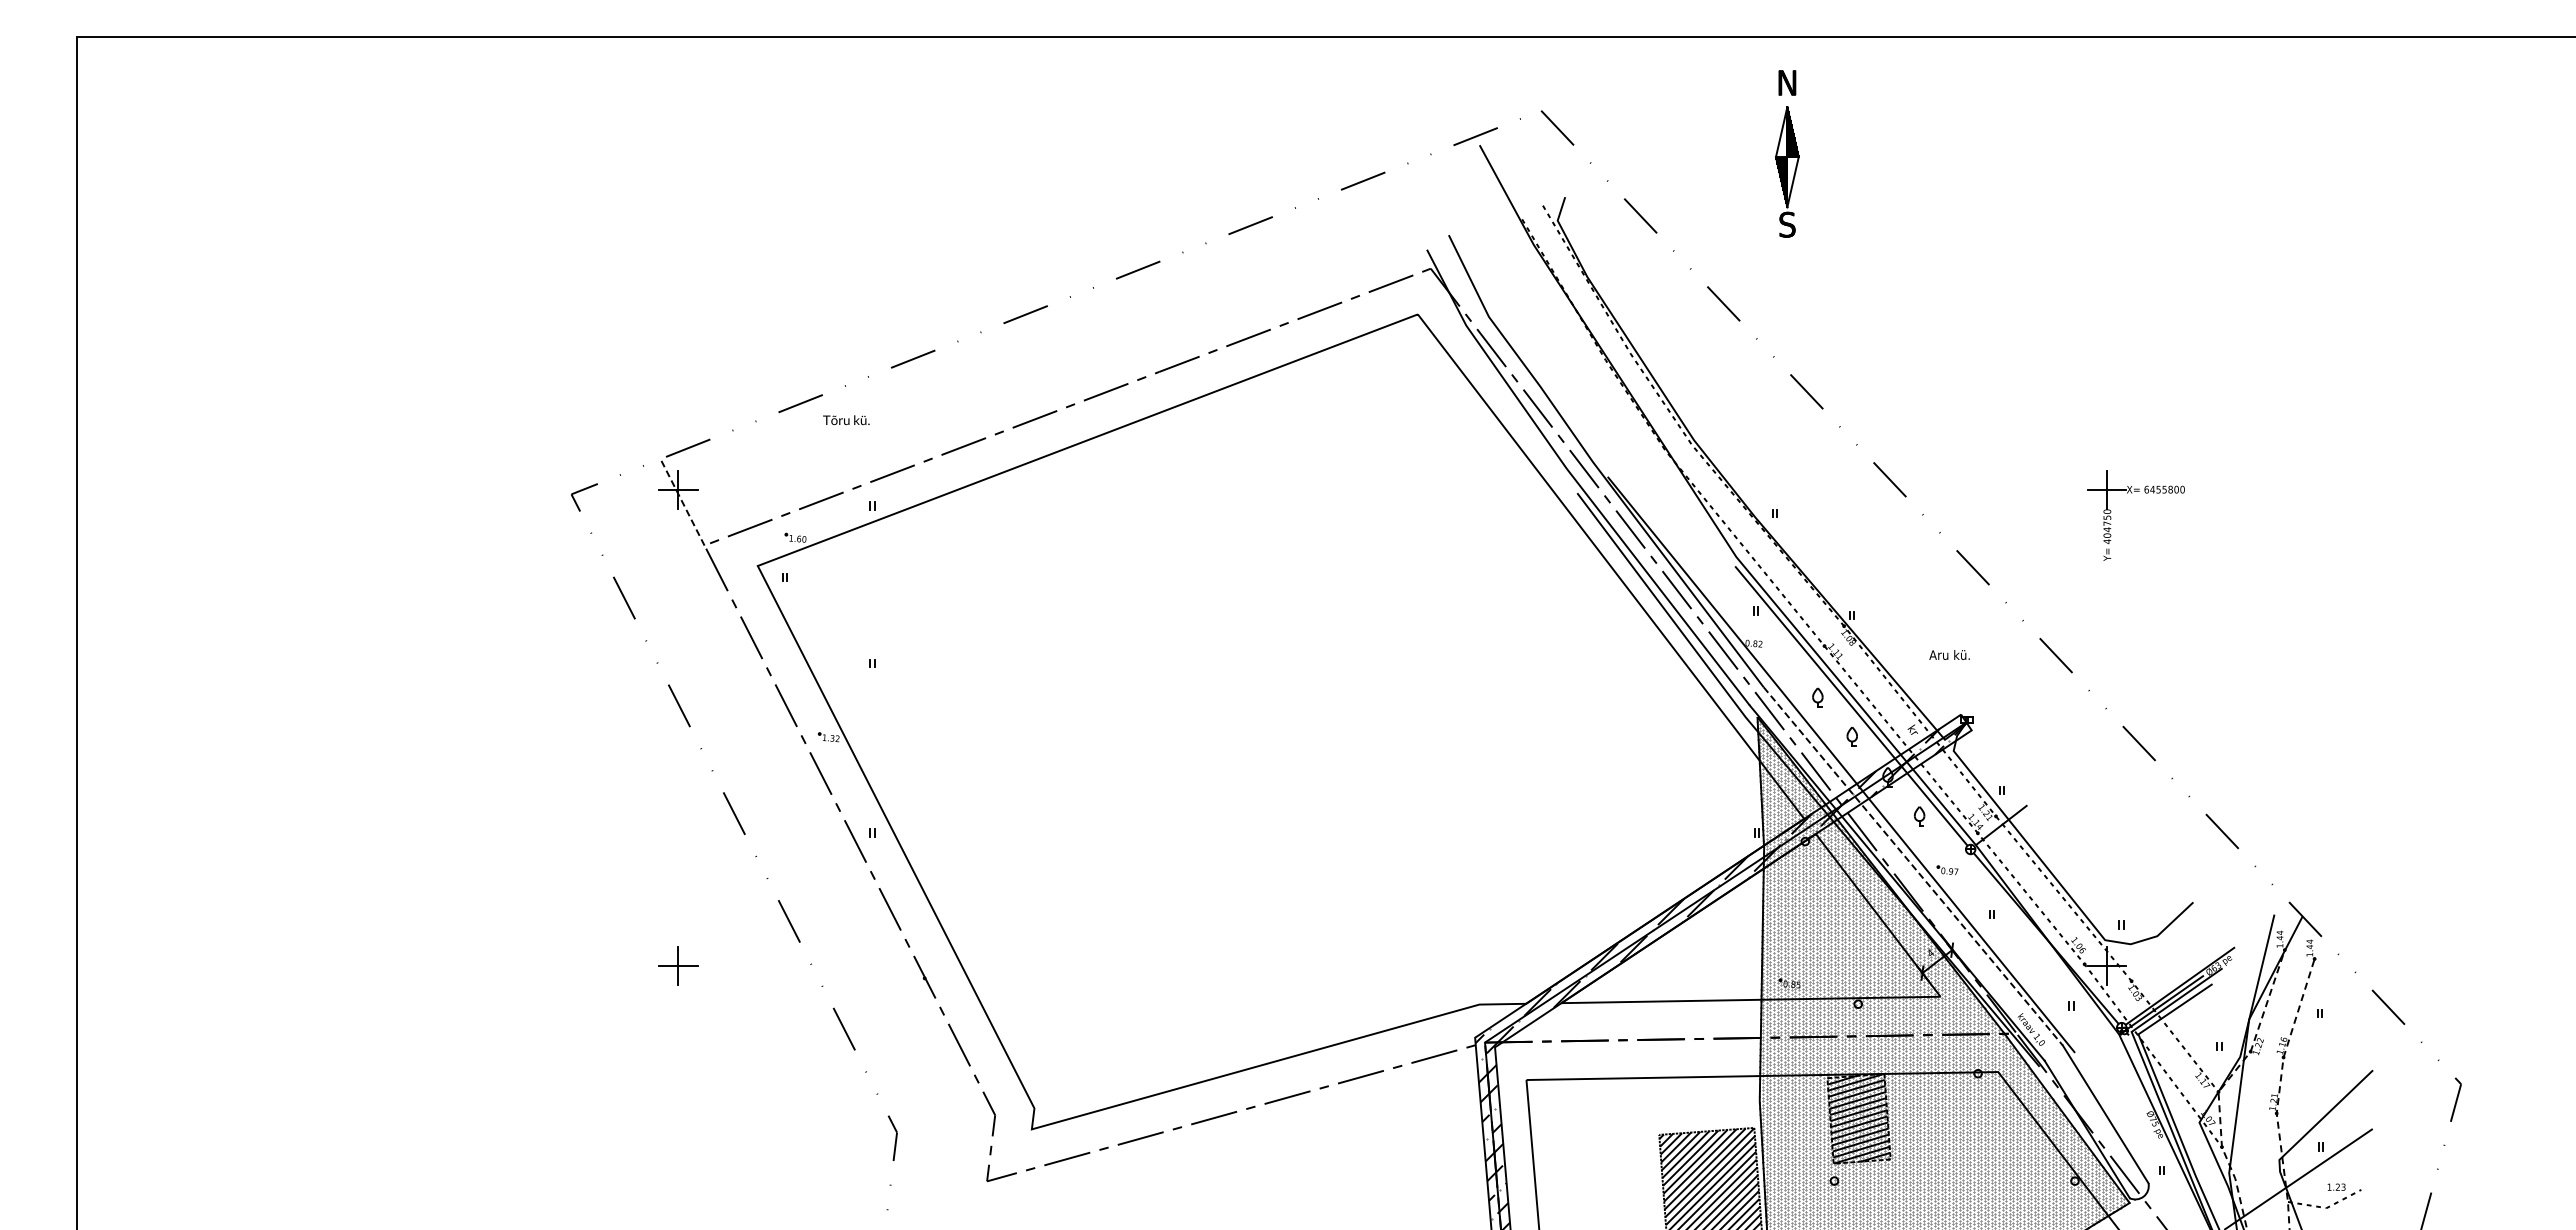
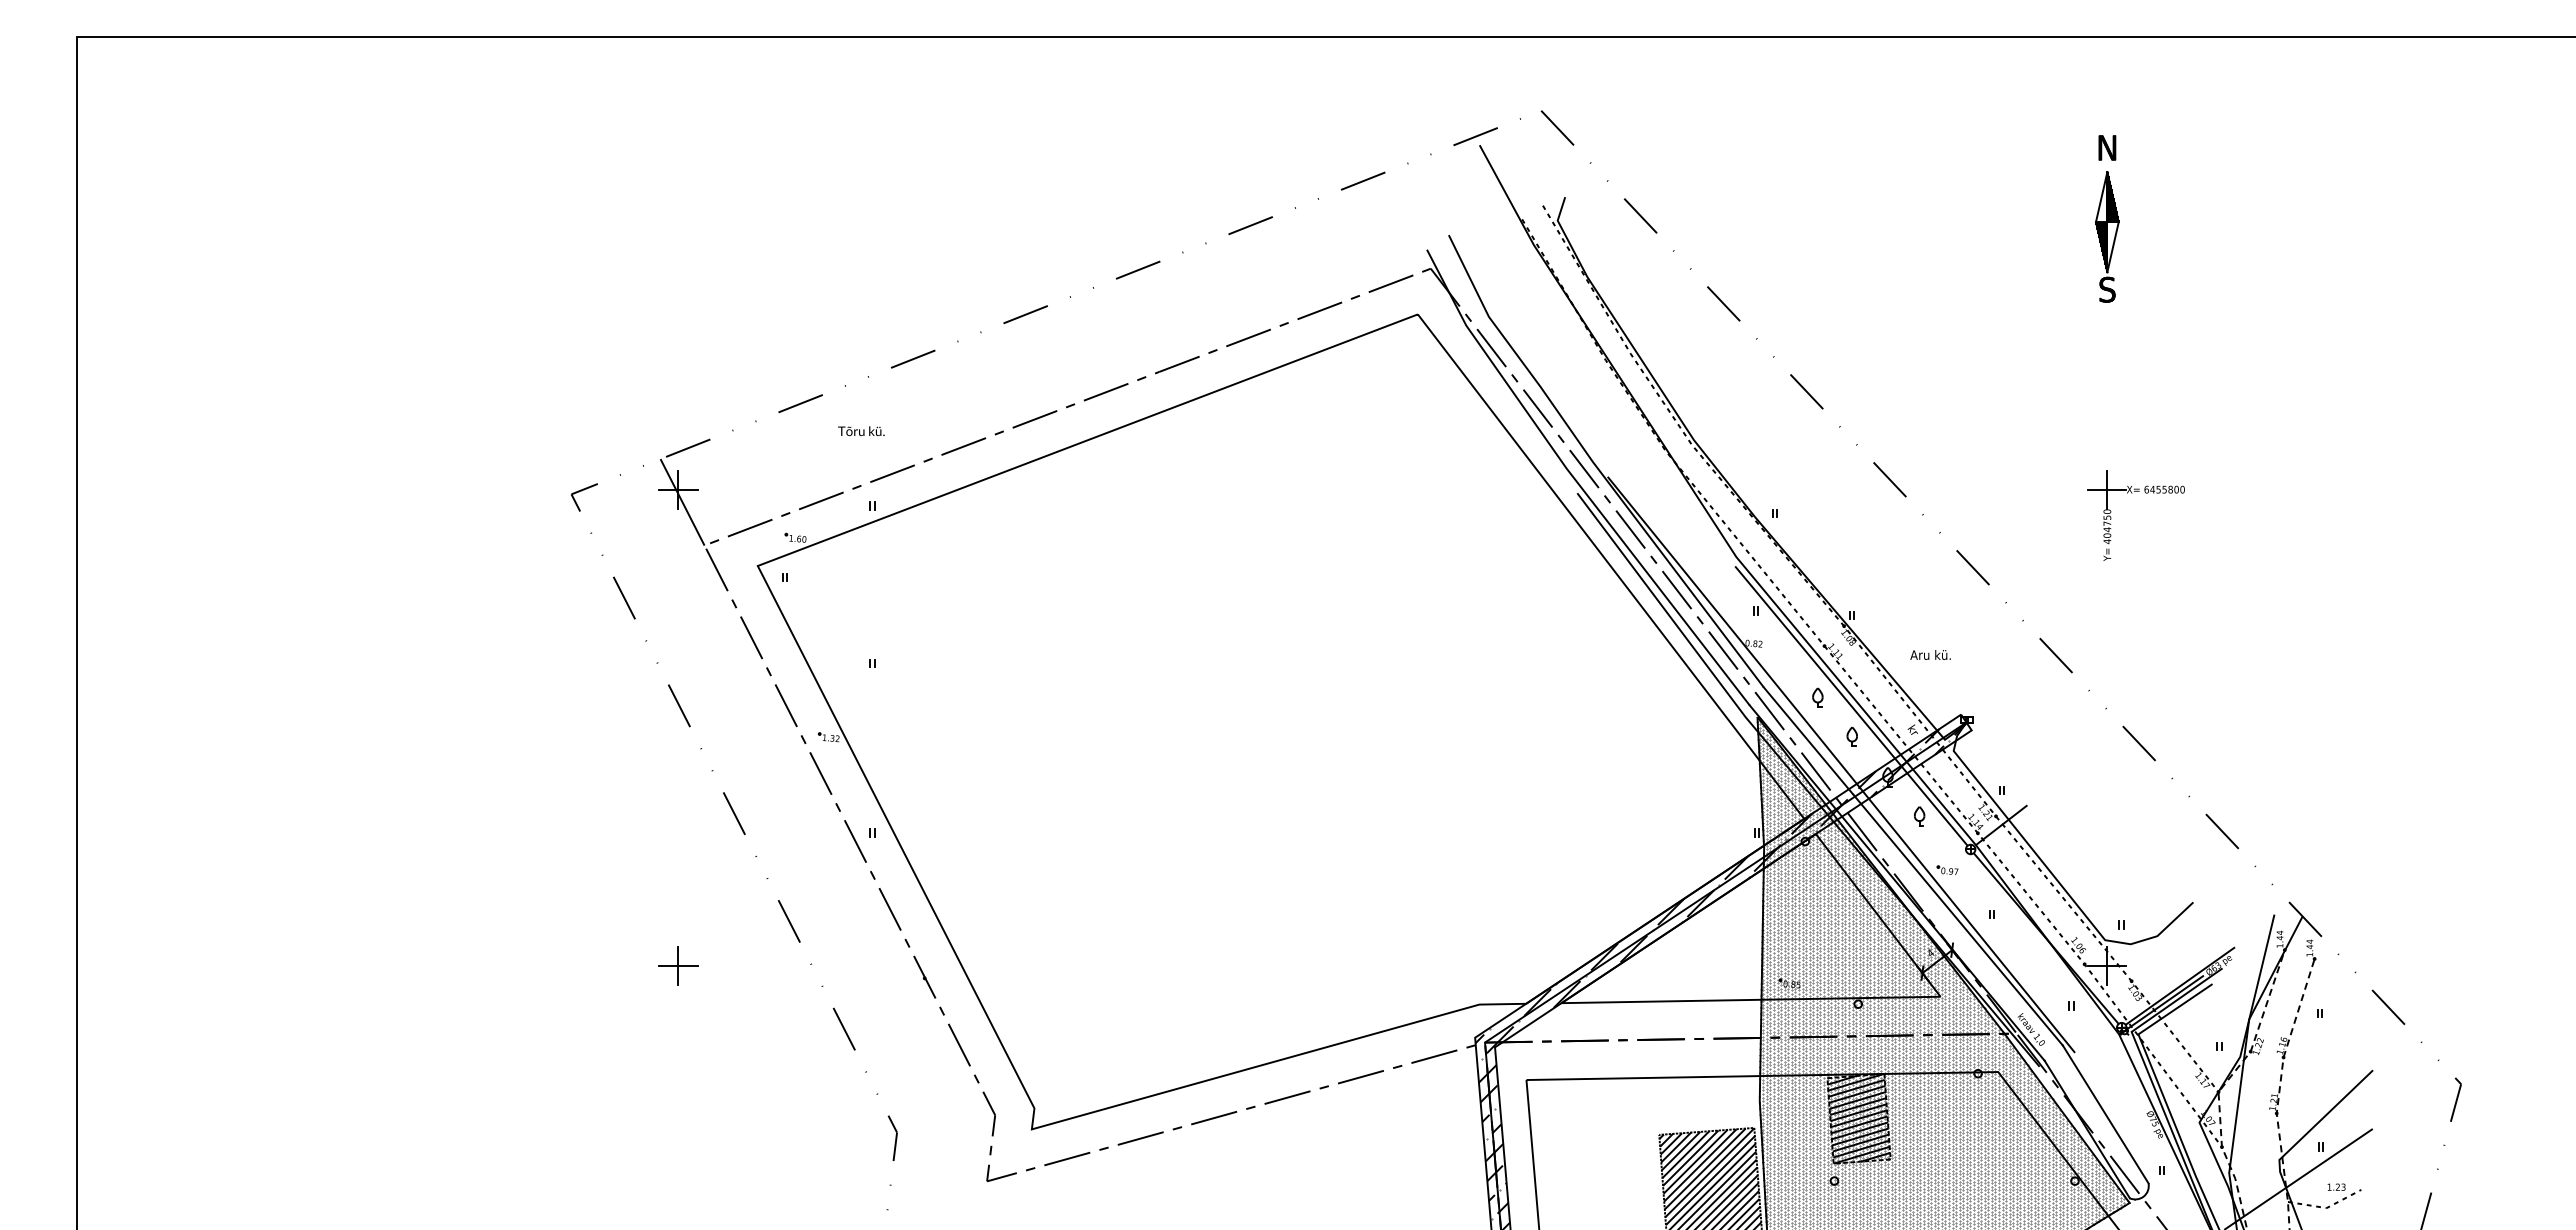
part at (1787, 153) position: (1787, 153) -> (2107, 218)
text at (846, 420) position: (846, 420) -> (861, 431)
line at (682, 502): dashed -> solid
text at (1949, 654) position: (1949, 654) -> (1930, 654)
line at (1913, 866): dashed -> solid
